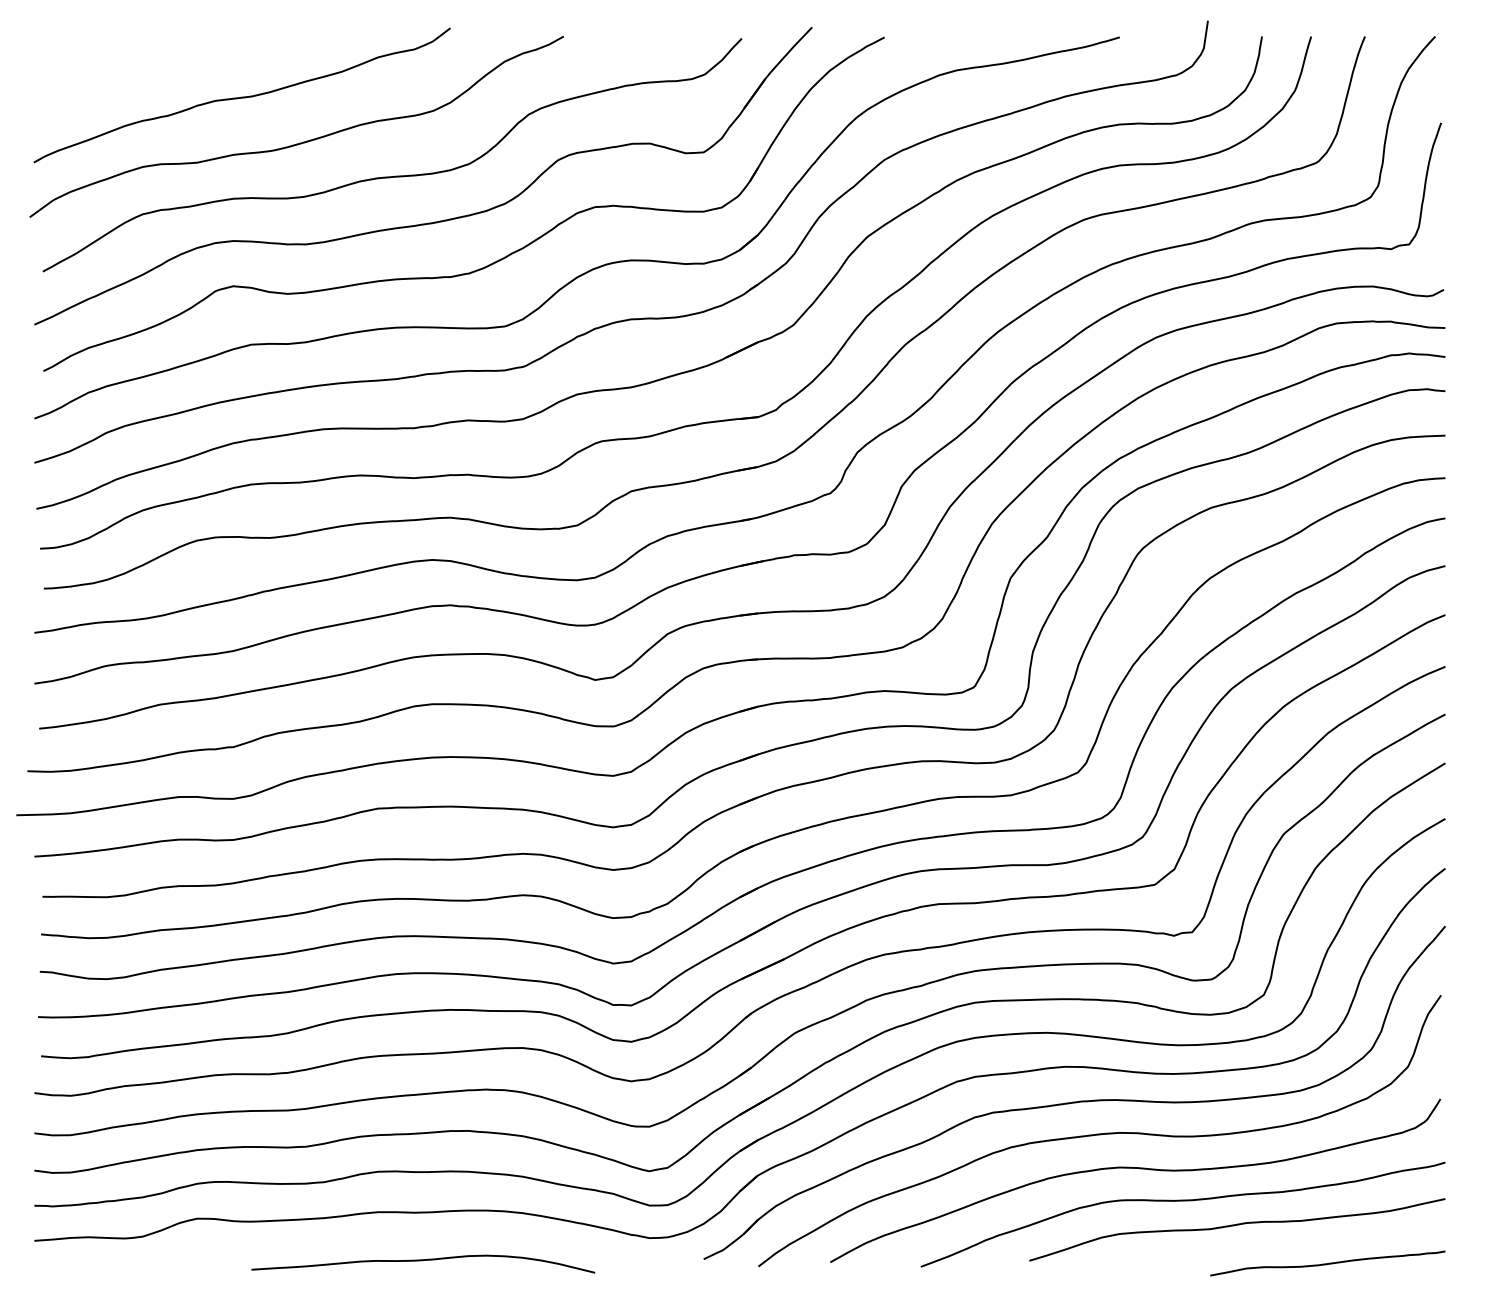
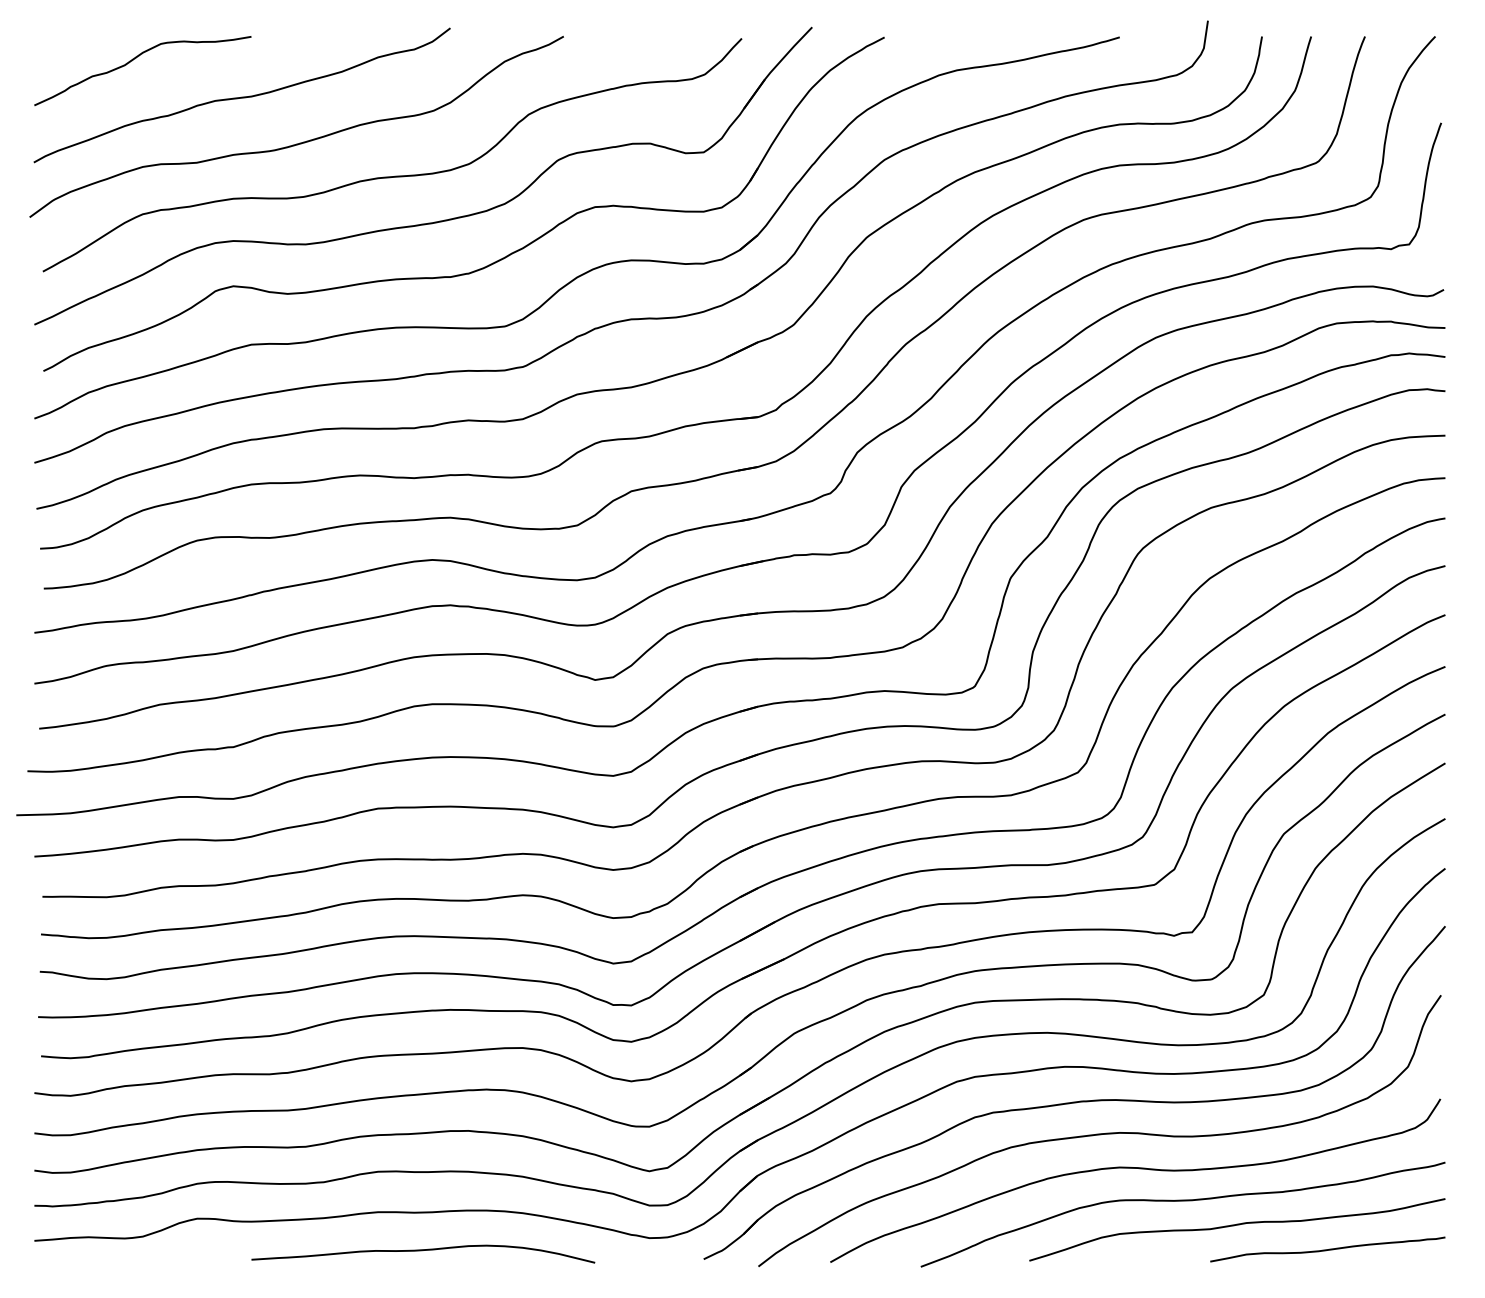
curve at (136, 58): none -> present
curve at (422, 1261) position: (422, 1261) -> (422, 1251)
curve at (1327, 1263) position: (1327, 1263) -> (1327, 1249)
